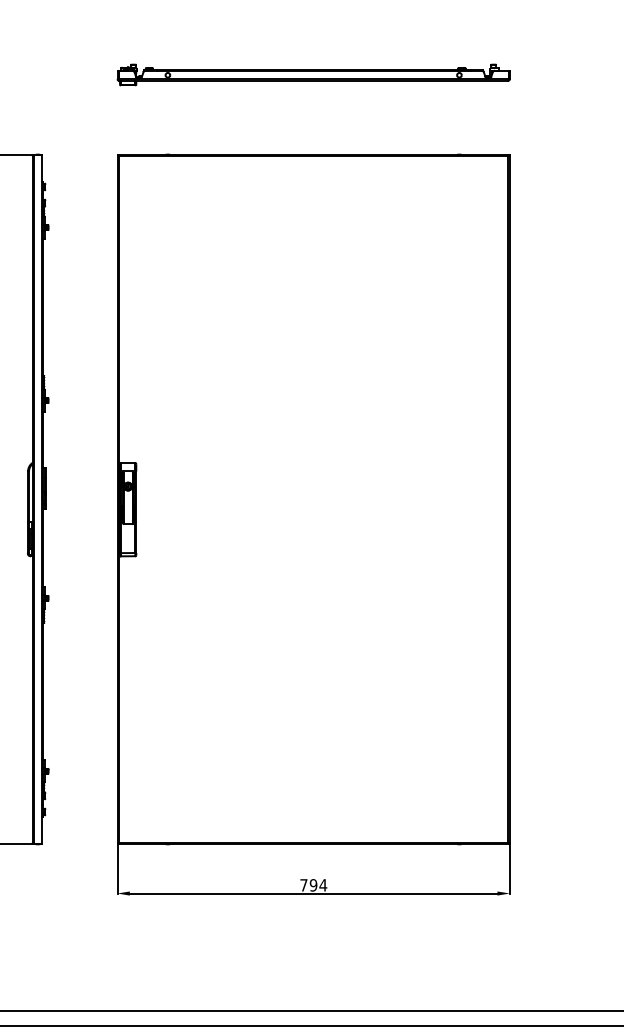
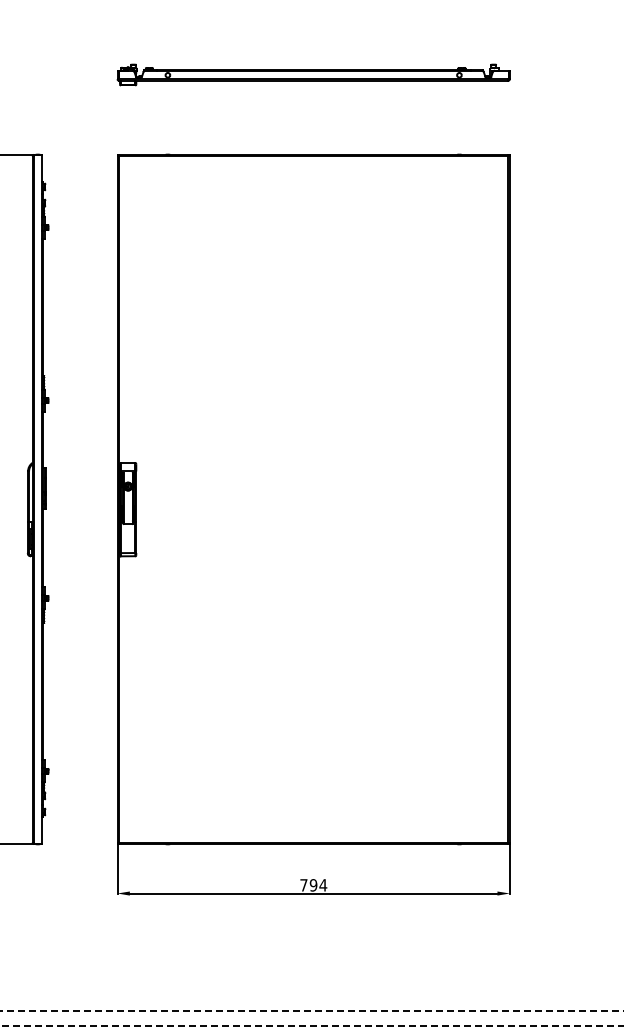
line at (312, 1011): solid -> dashed
line at (312, 1025): solid -> dashed
